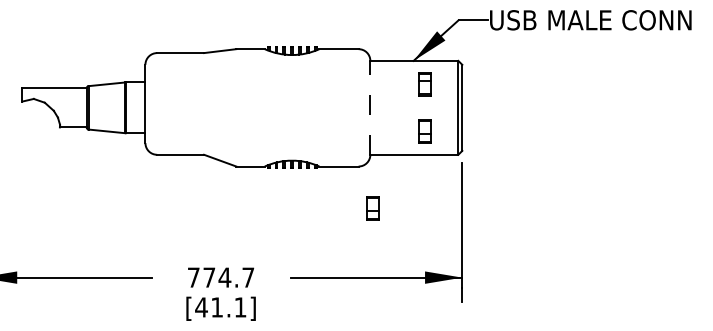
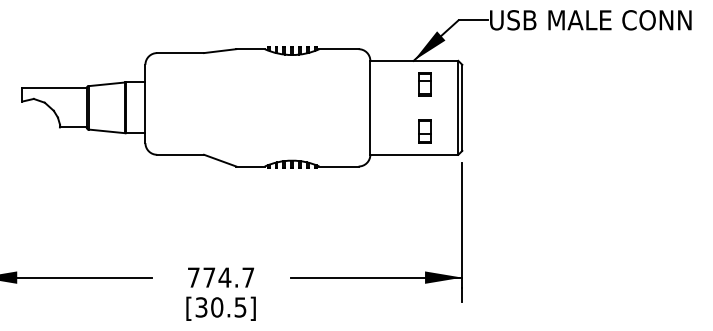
line at (370, 107): dashed -> solid
part at (372, 208): present -> none
text at (220, 307): [41.1] -> [30.5]
